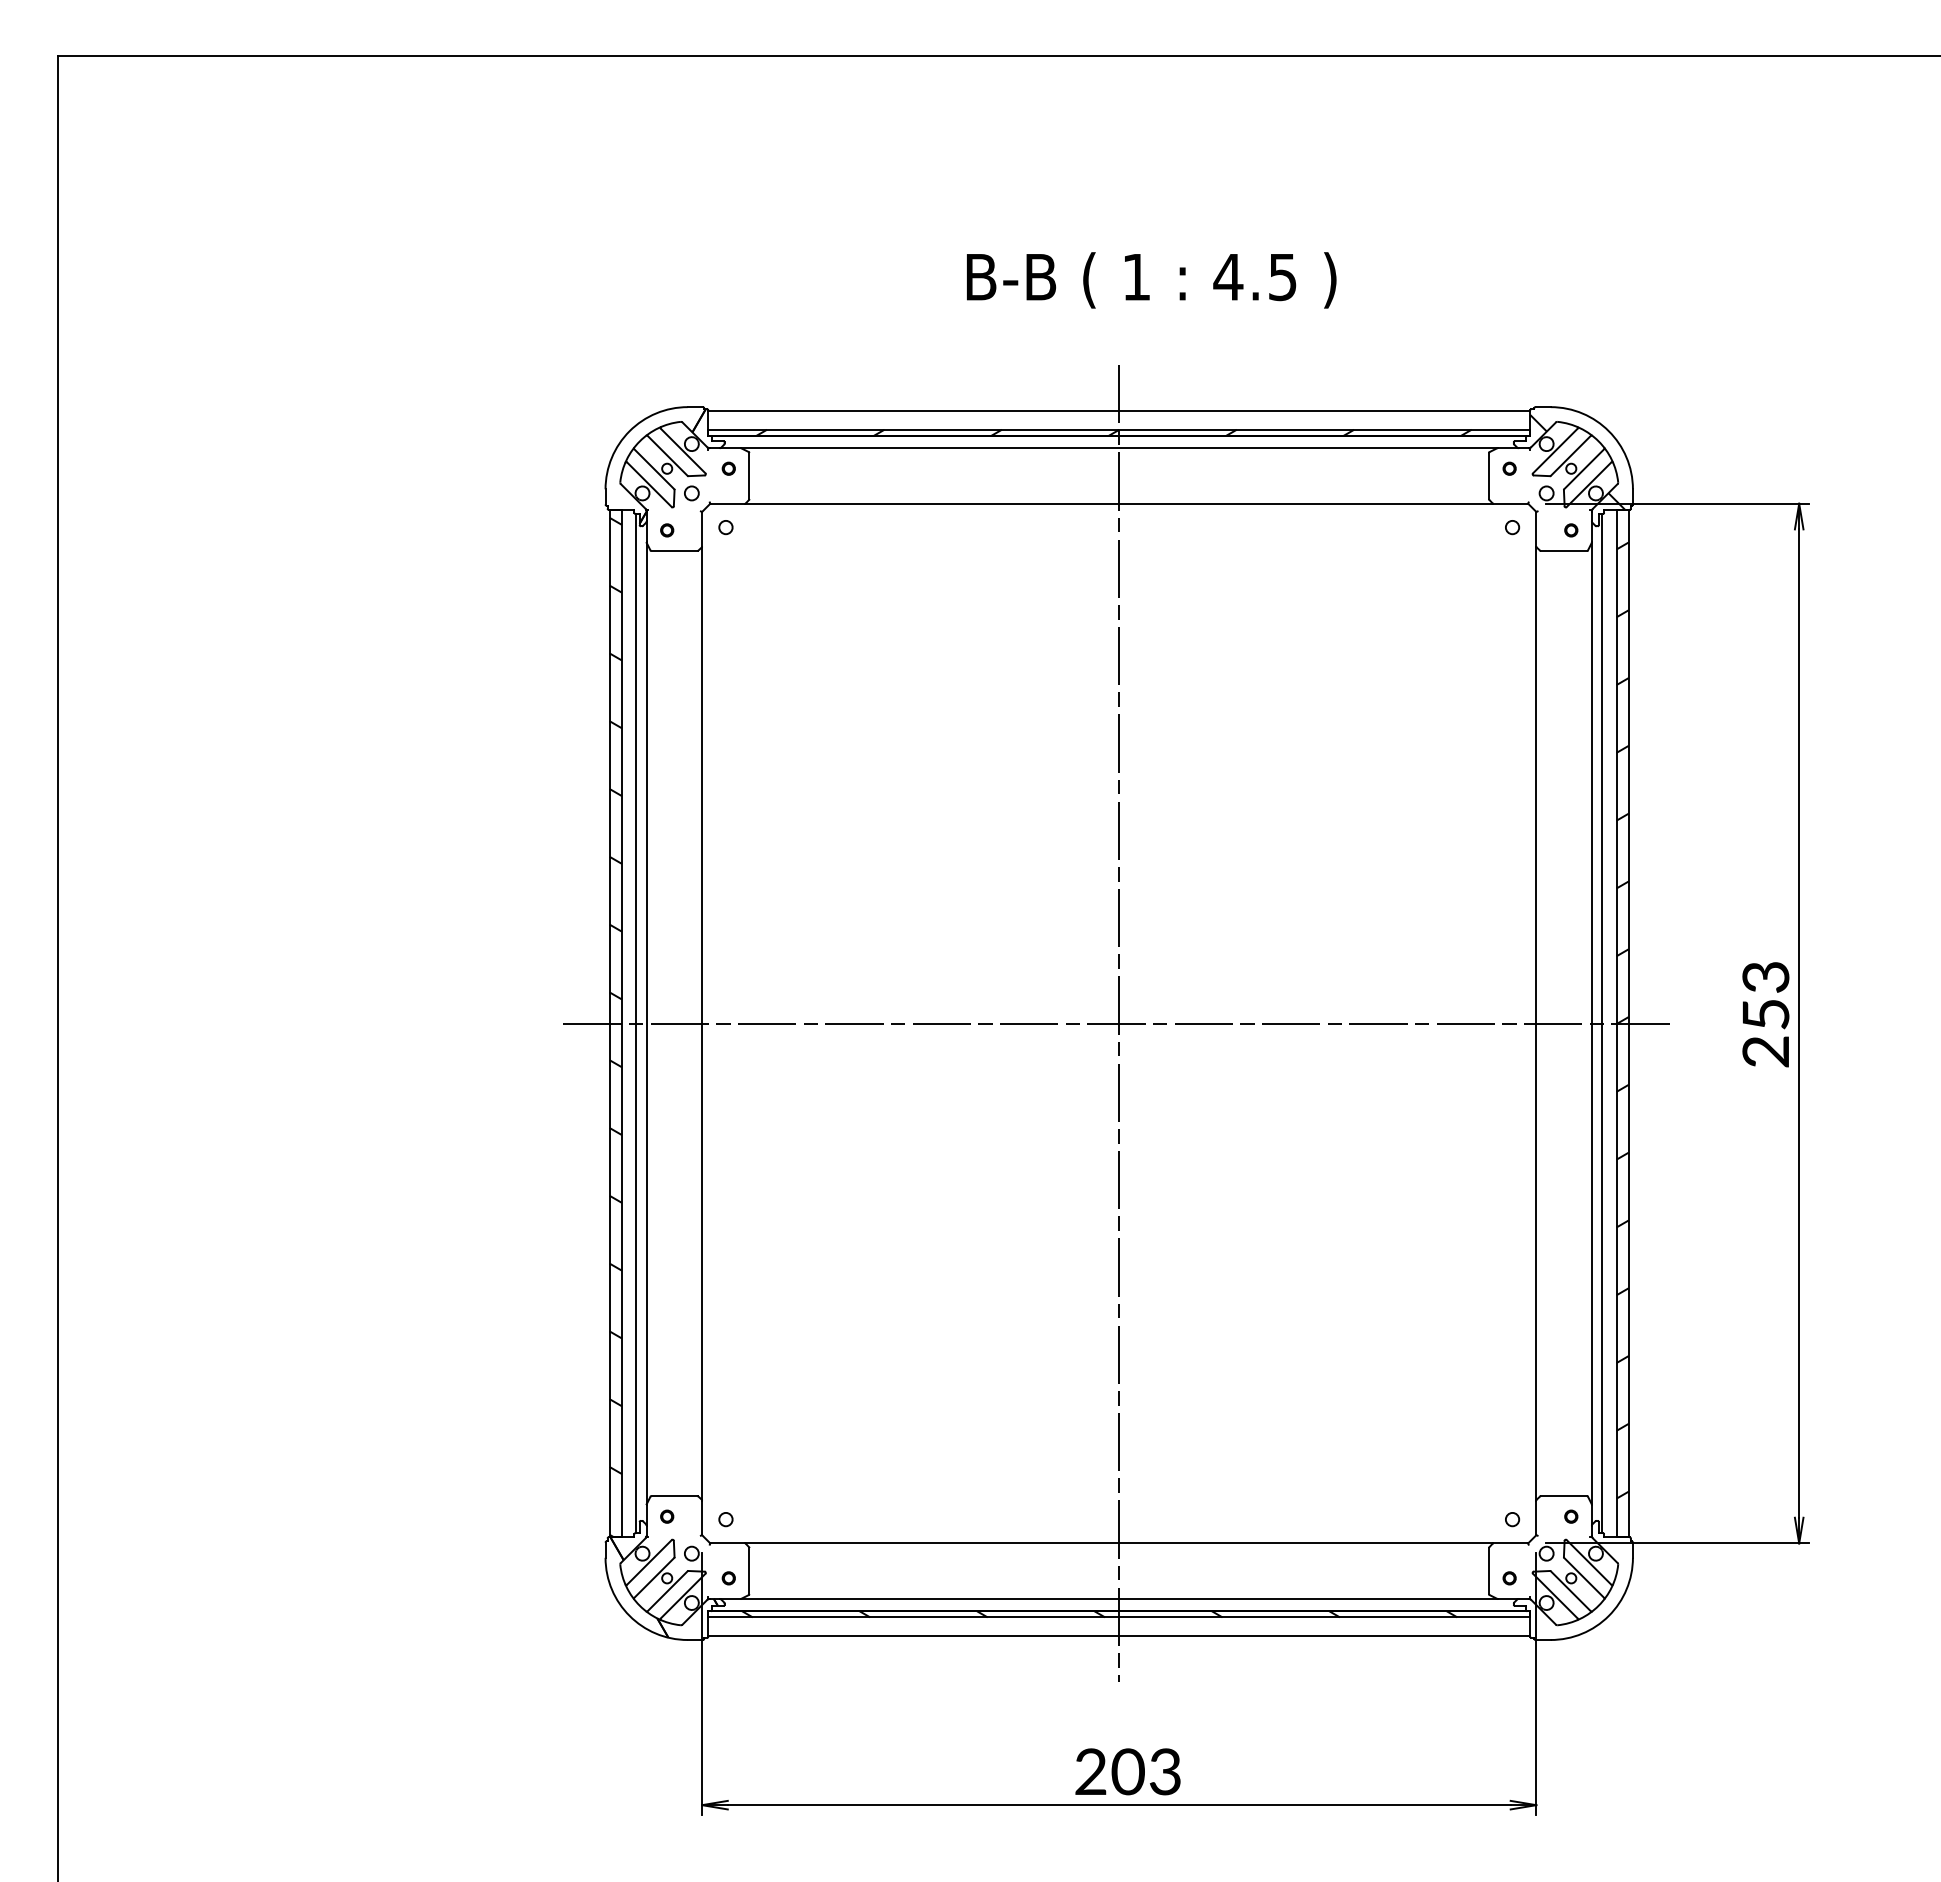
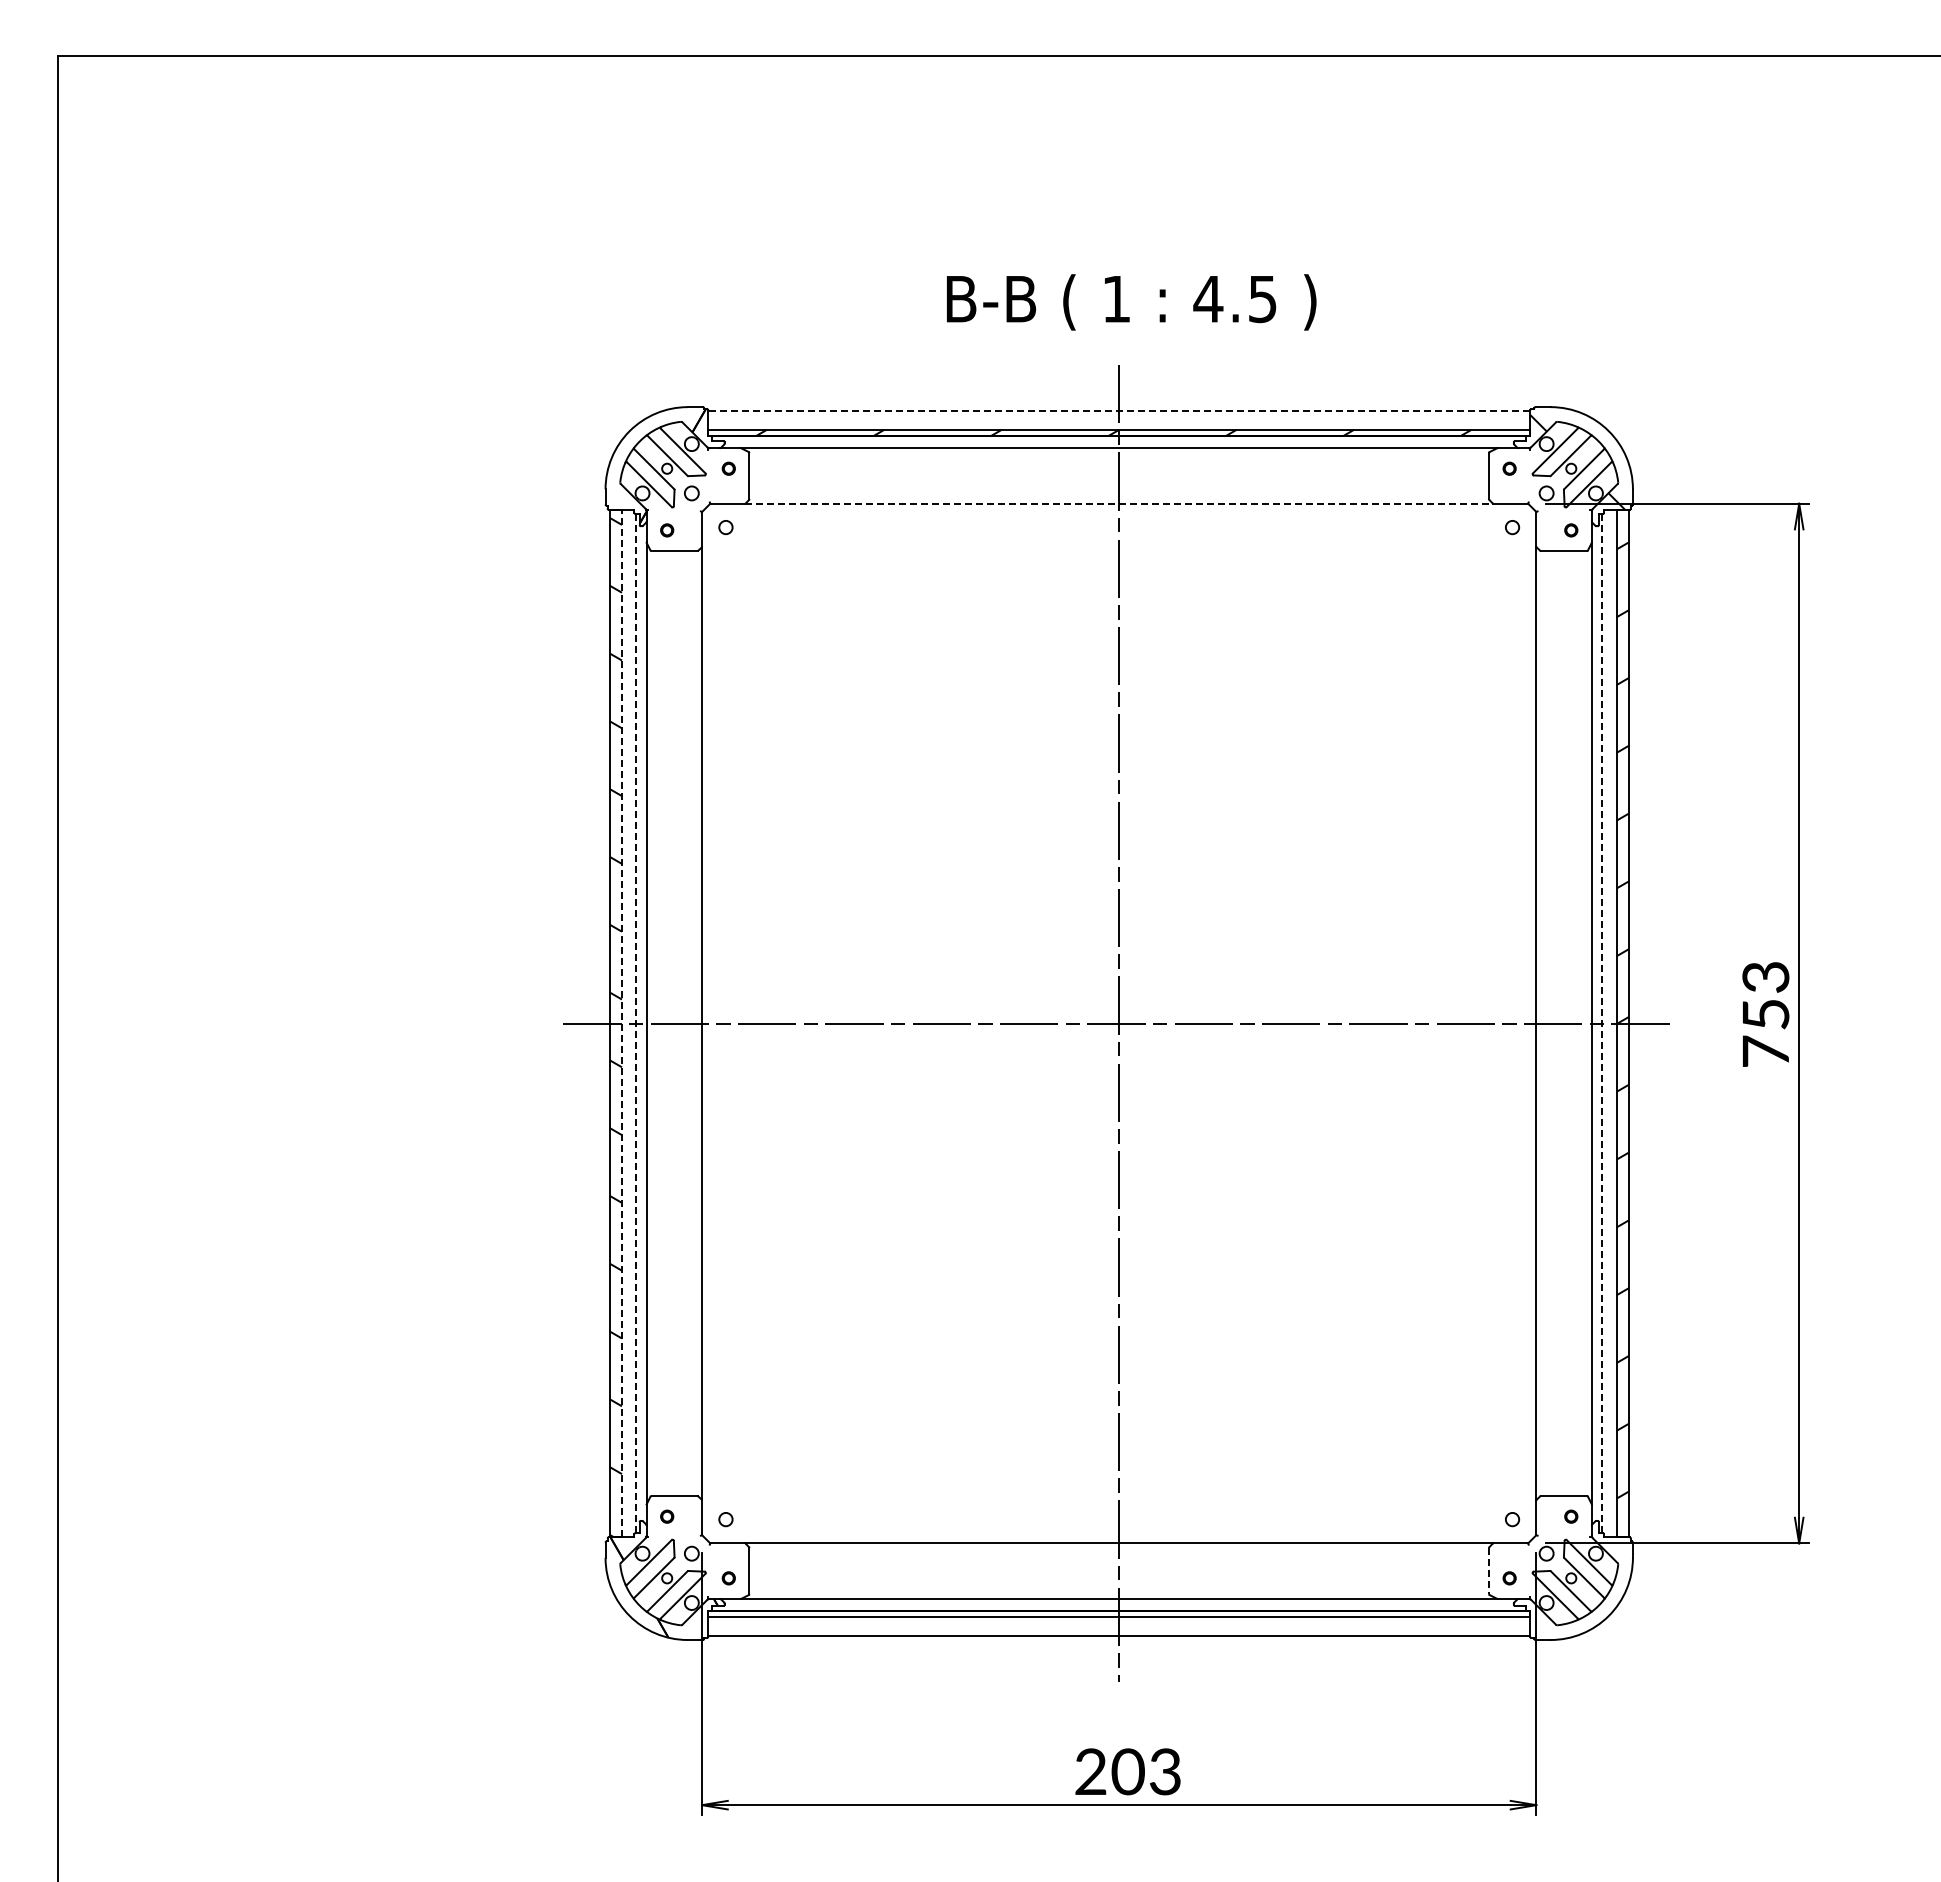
text at (1151, 280) position: (1151, 280) -> (1131, 302)
line at (1119, 411): solid -> dashed
line at (1119, 503): solid -> dashed
line at (621, 1023): solid -> dashed
line at (636, 1023): solid -> dashed
line at (1602, 1023): solid -> dashed
text at (1765, 1051): 253 -> 753
line at (1489, 1571): solid -> dashed
hatch at (1099, 1614): present -> none
